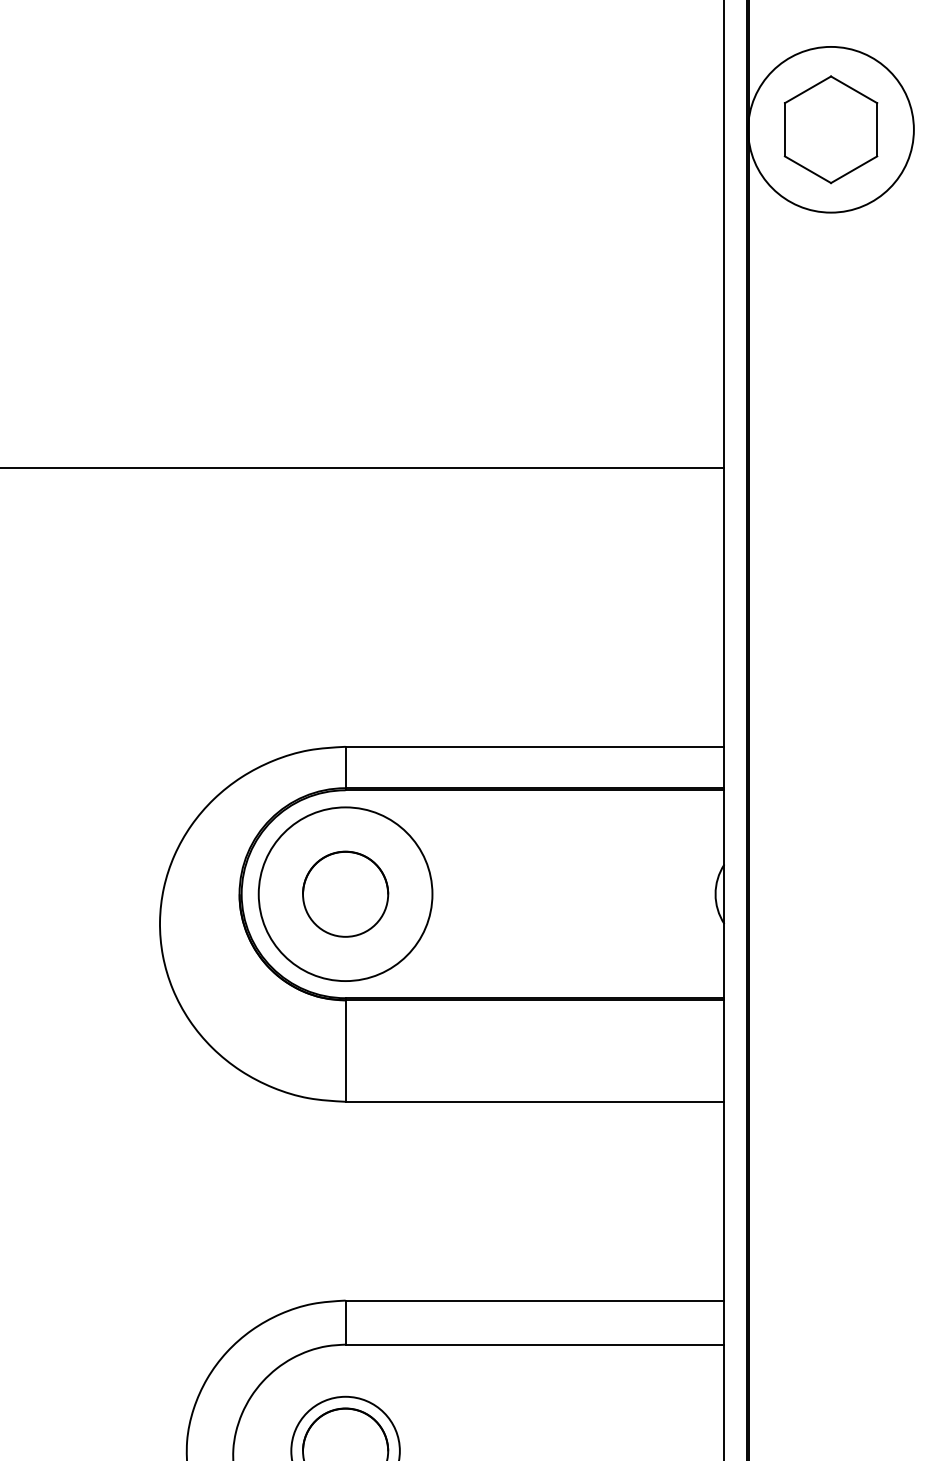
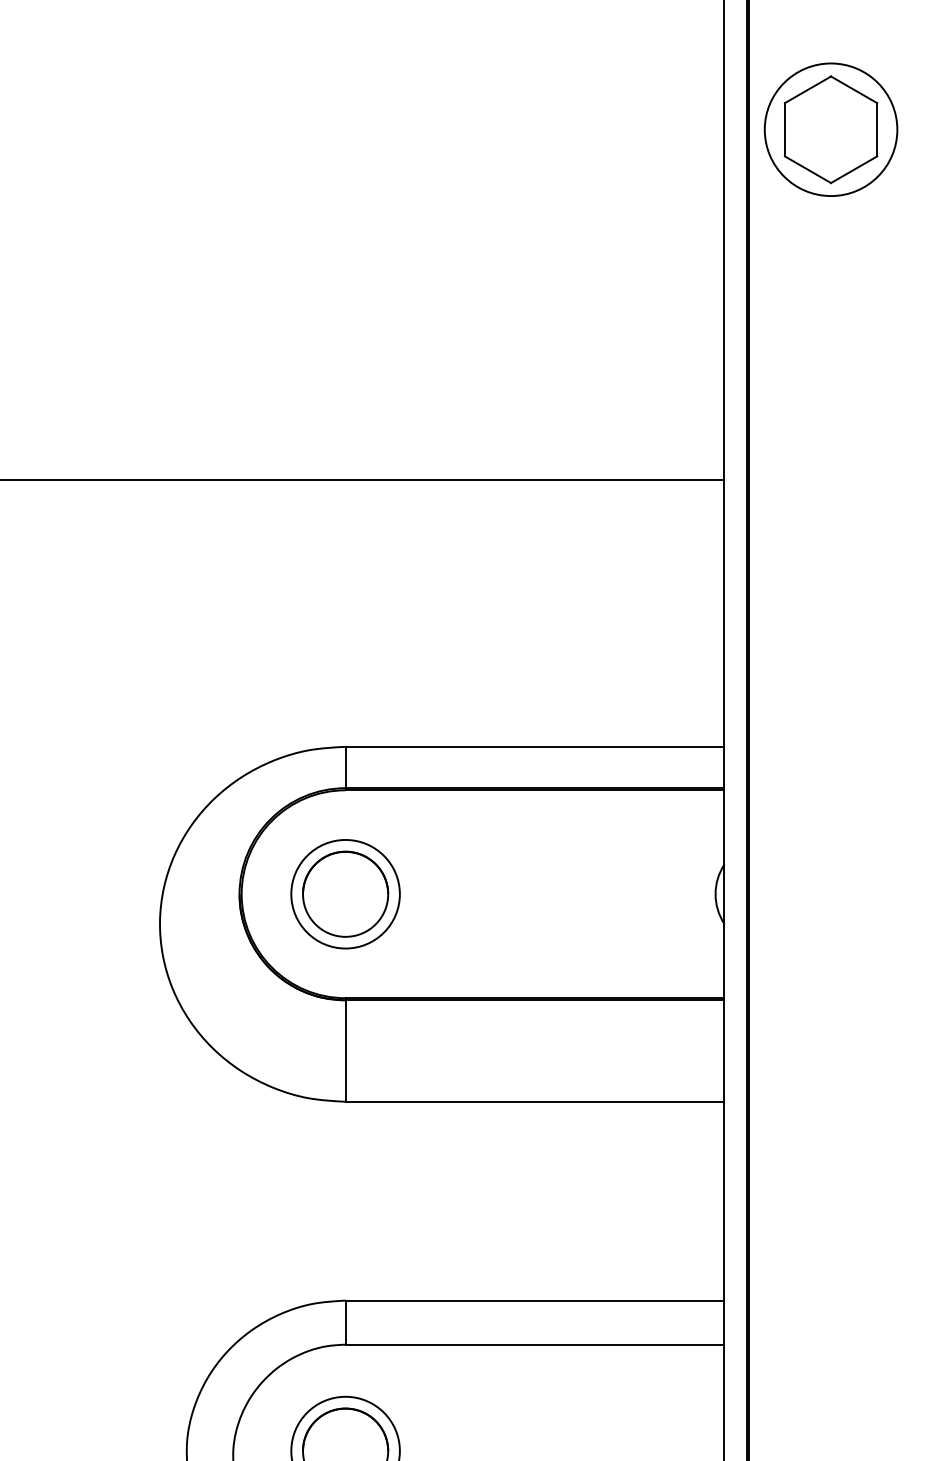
circle at (830, 129) diameter: 166 px -> 133 px
line at (363, 468) position: (363, 468) -> (363, 480)
circle at (345, 894) diameter: 174 px -> 109 px
